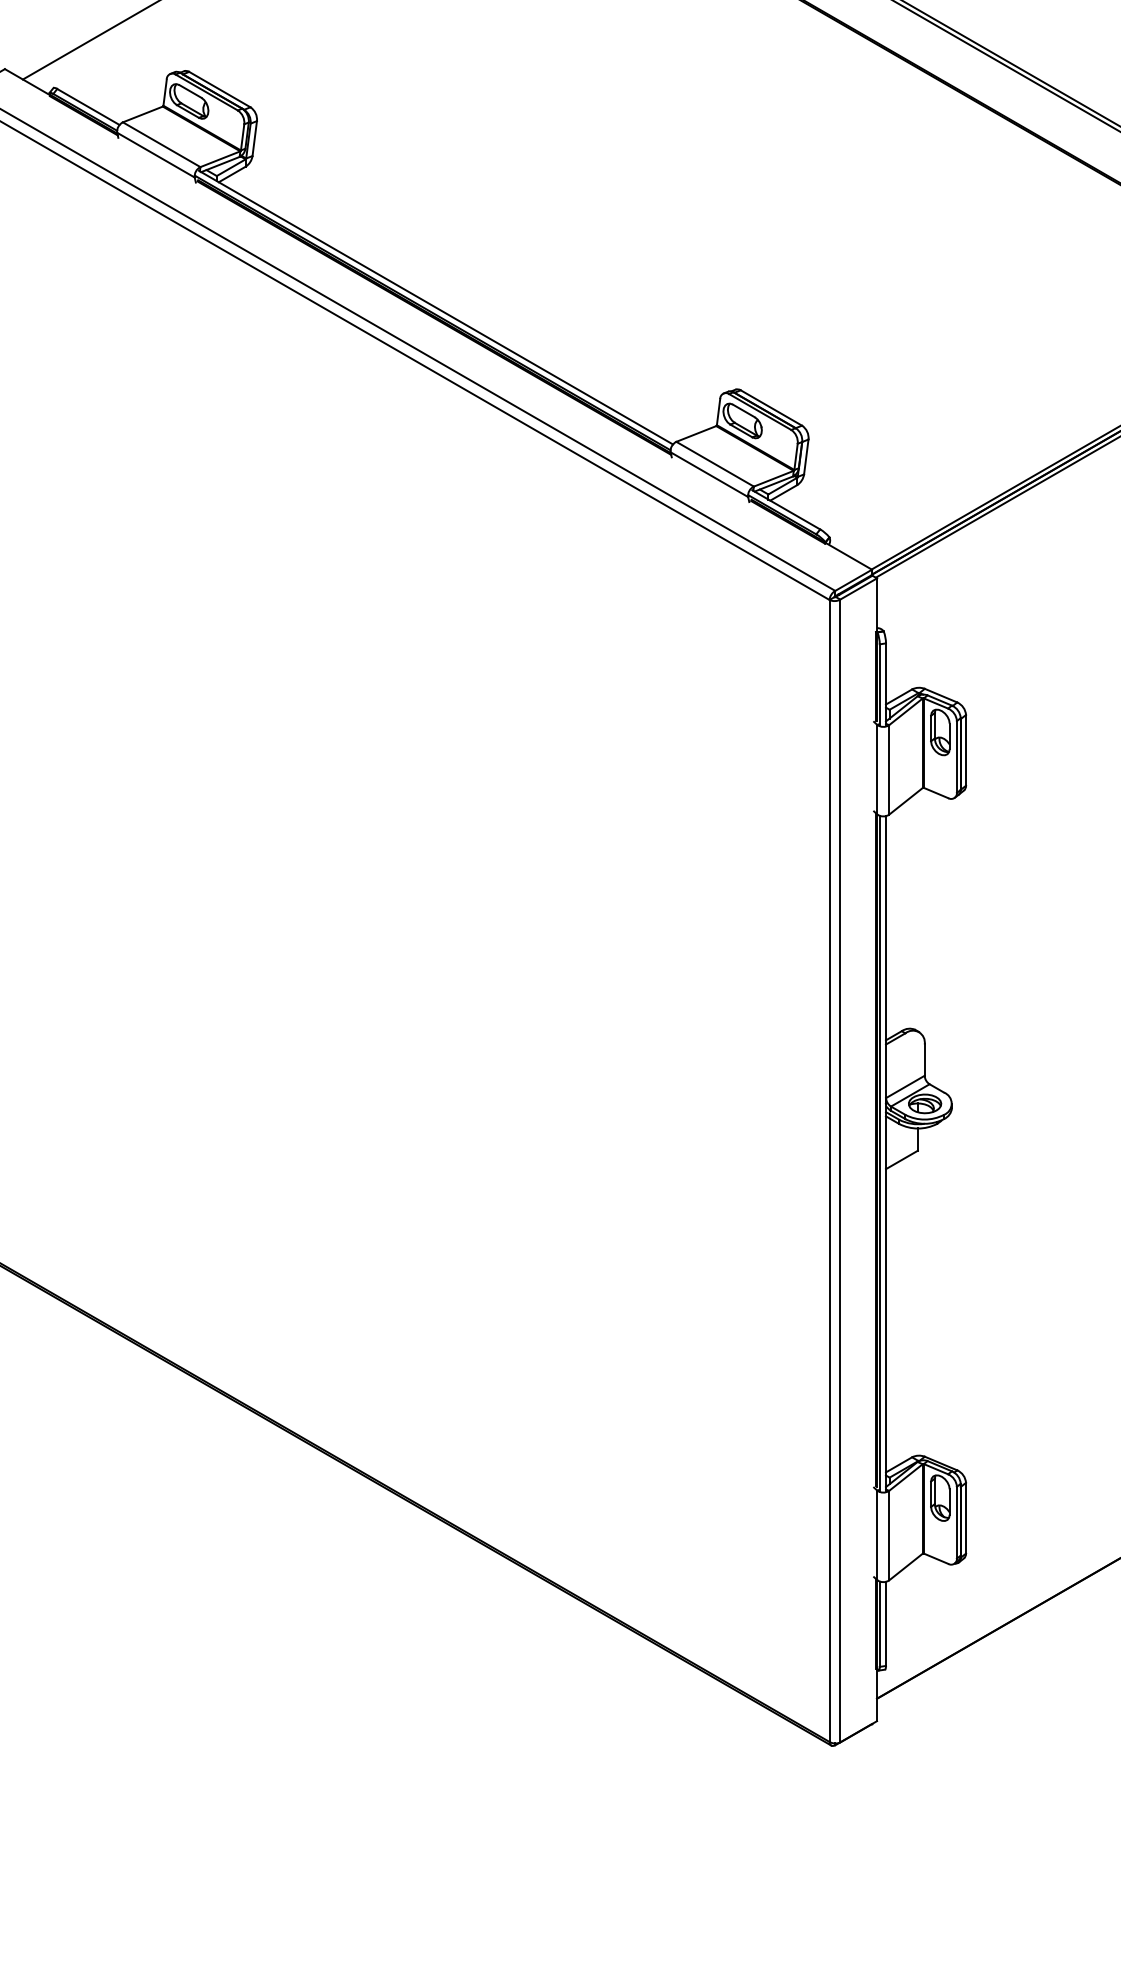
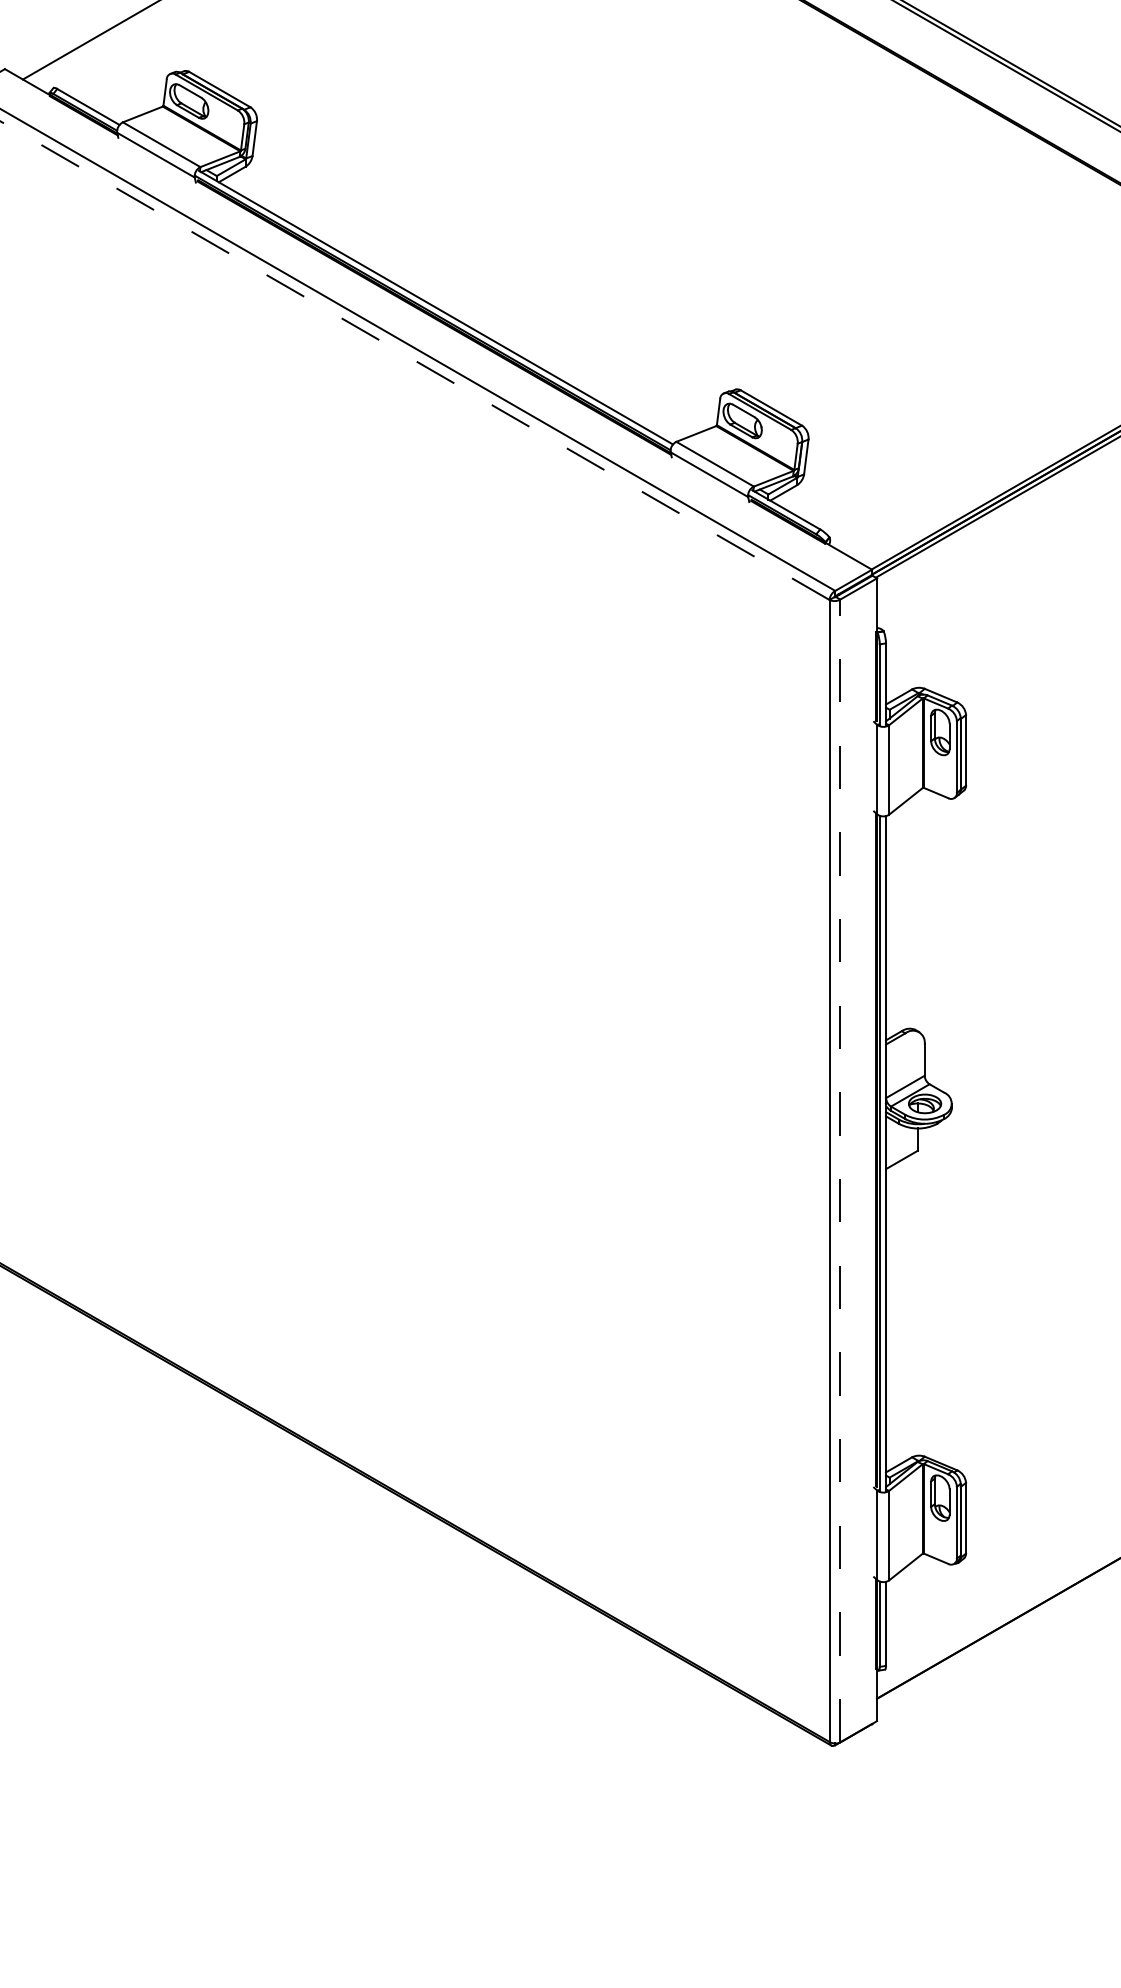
line at (415, 360): solid -> dashed
line at (840, 1170): solid -> dashed
